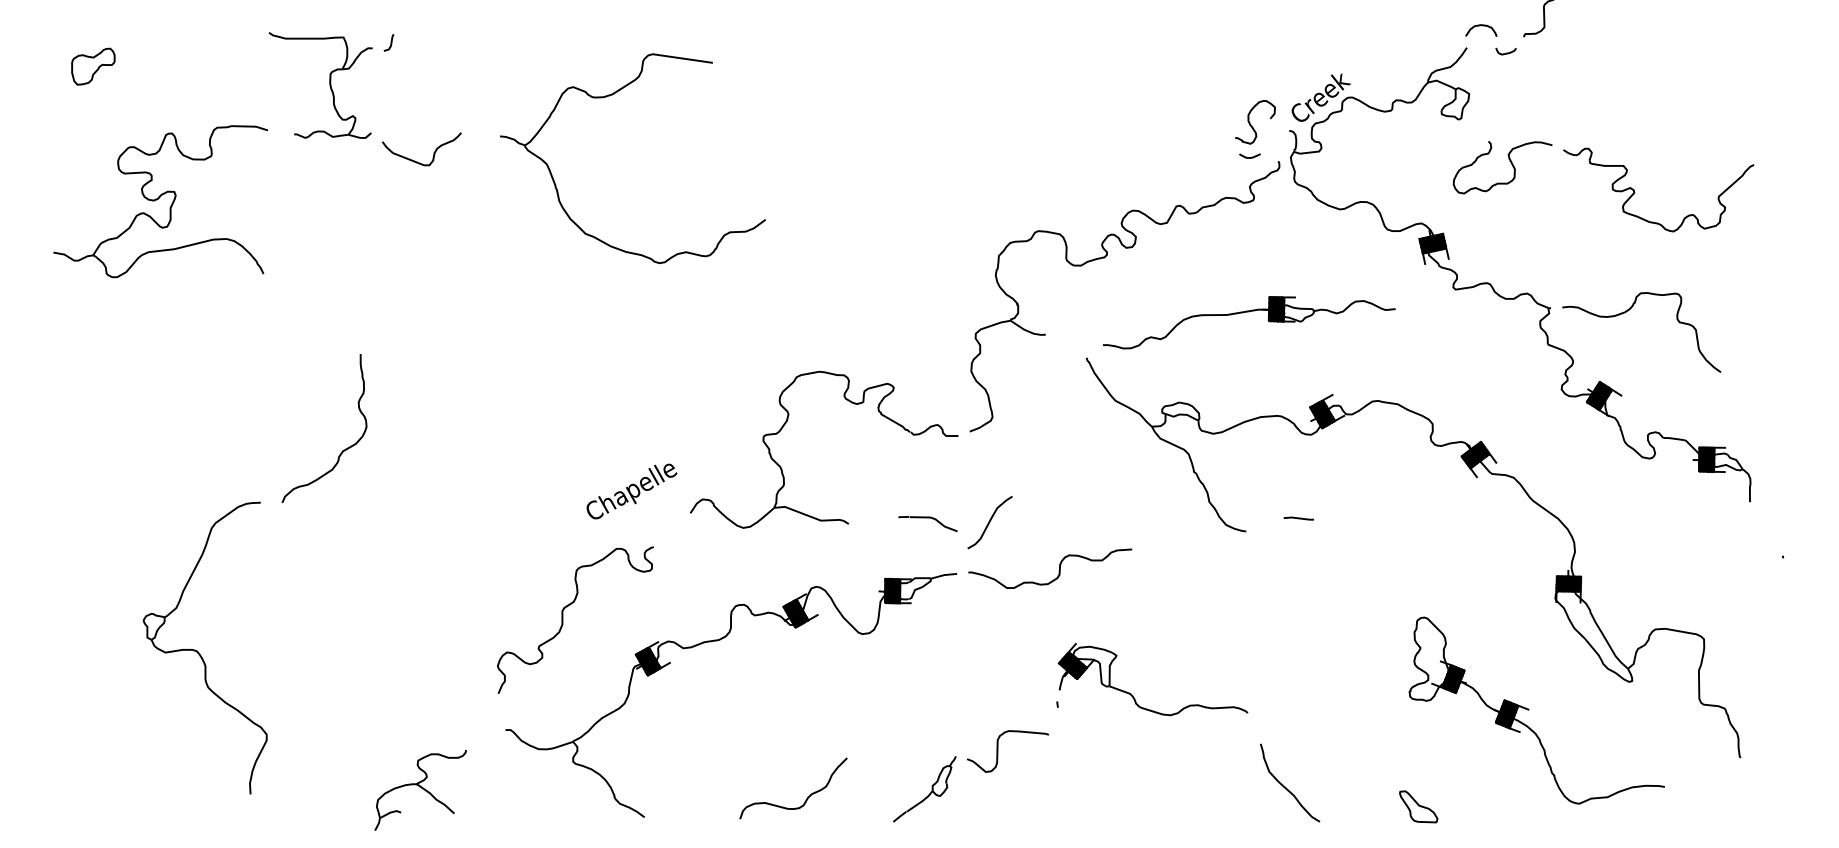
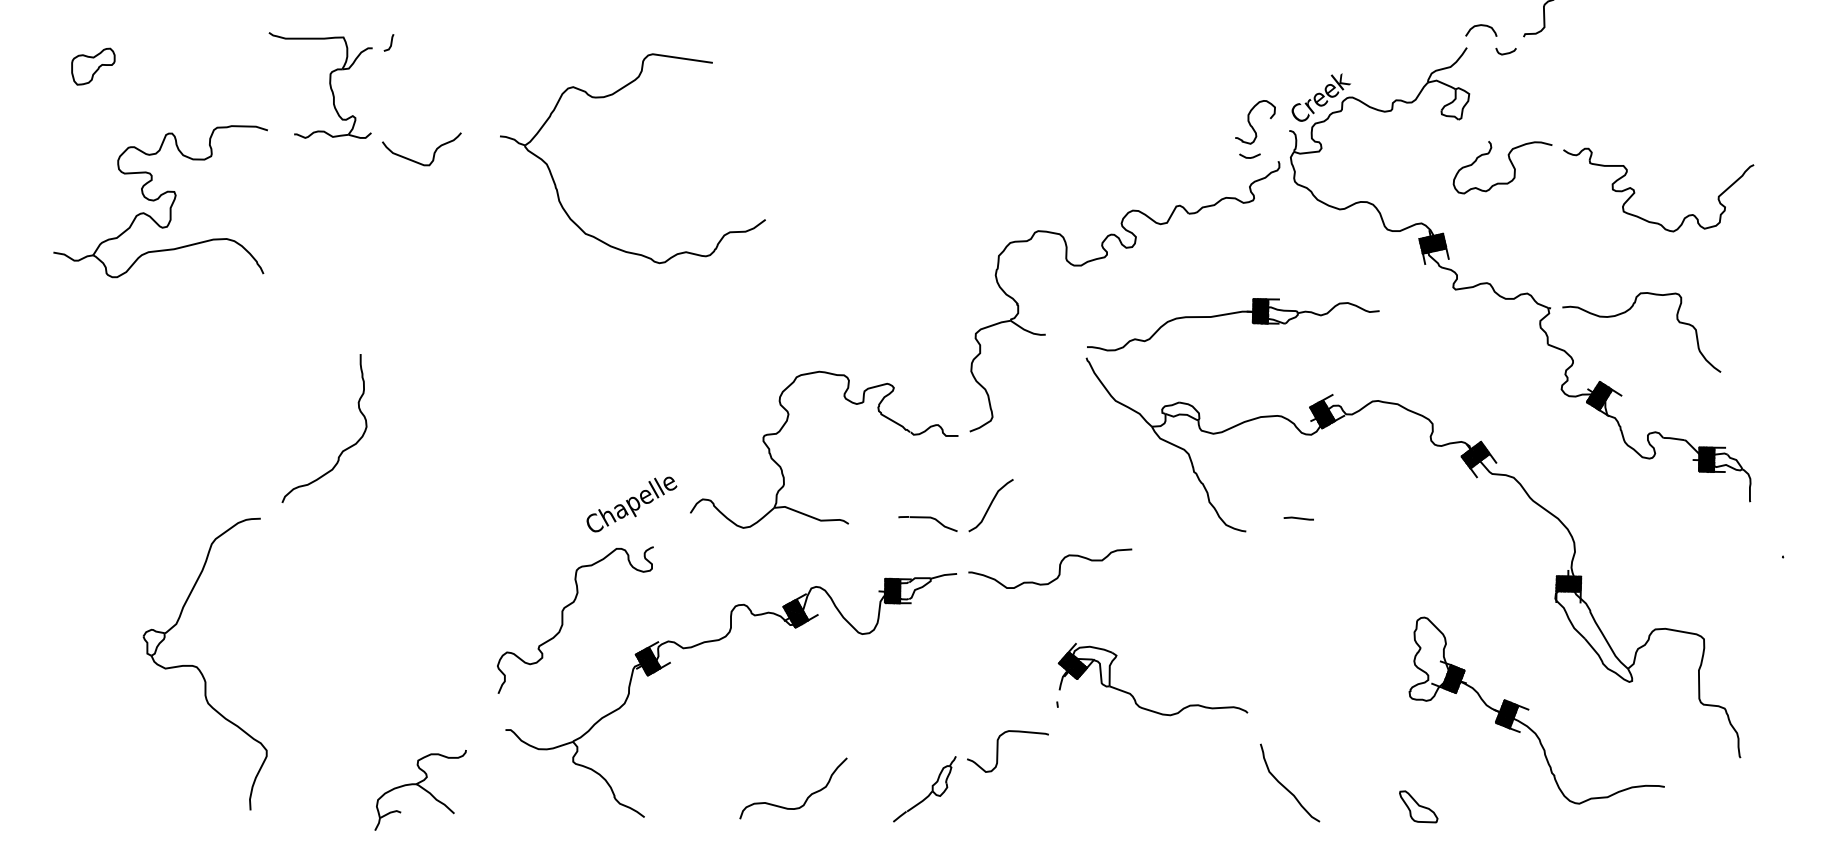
part at (1249, 312) position: (1249, 312) -> (1233, 314)
text at (631, 491) position: (631, 491) -> (631, 504)
curve at (989, 522) position: (989, 522) -> (990, 505)
part at (199, 652) position: (199, 652) -> (199, 668)
